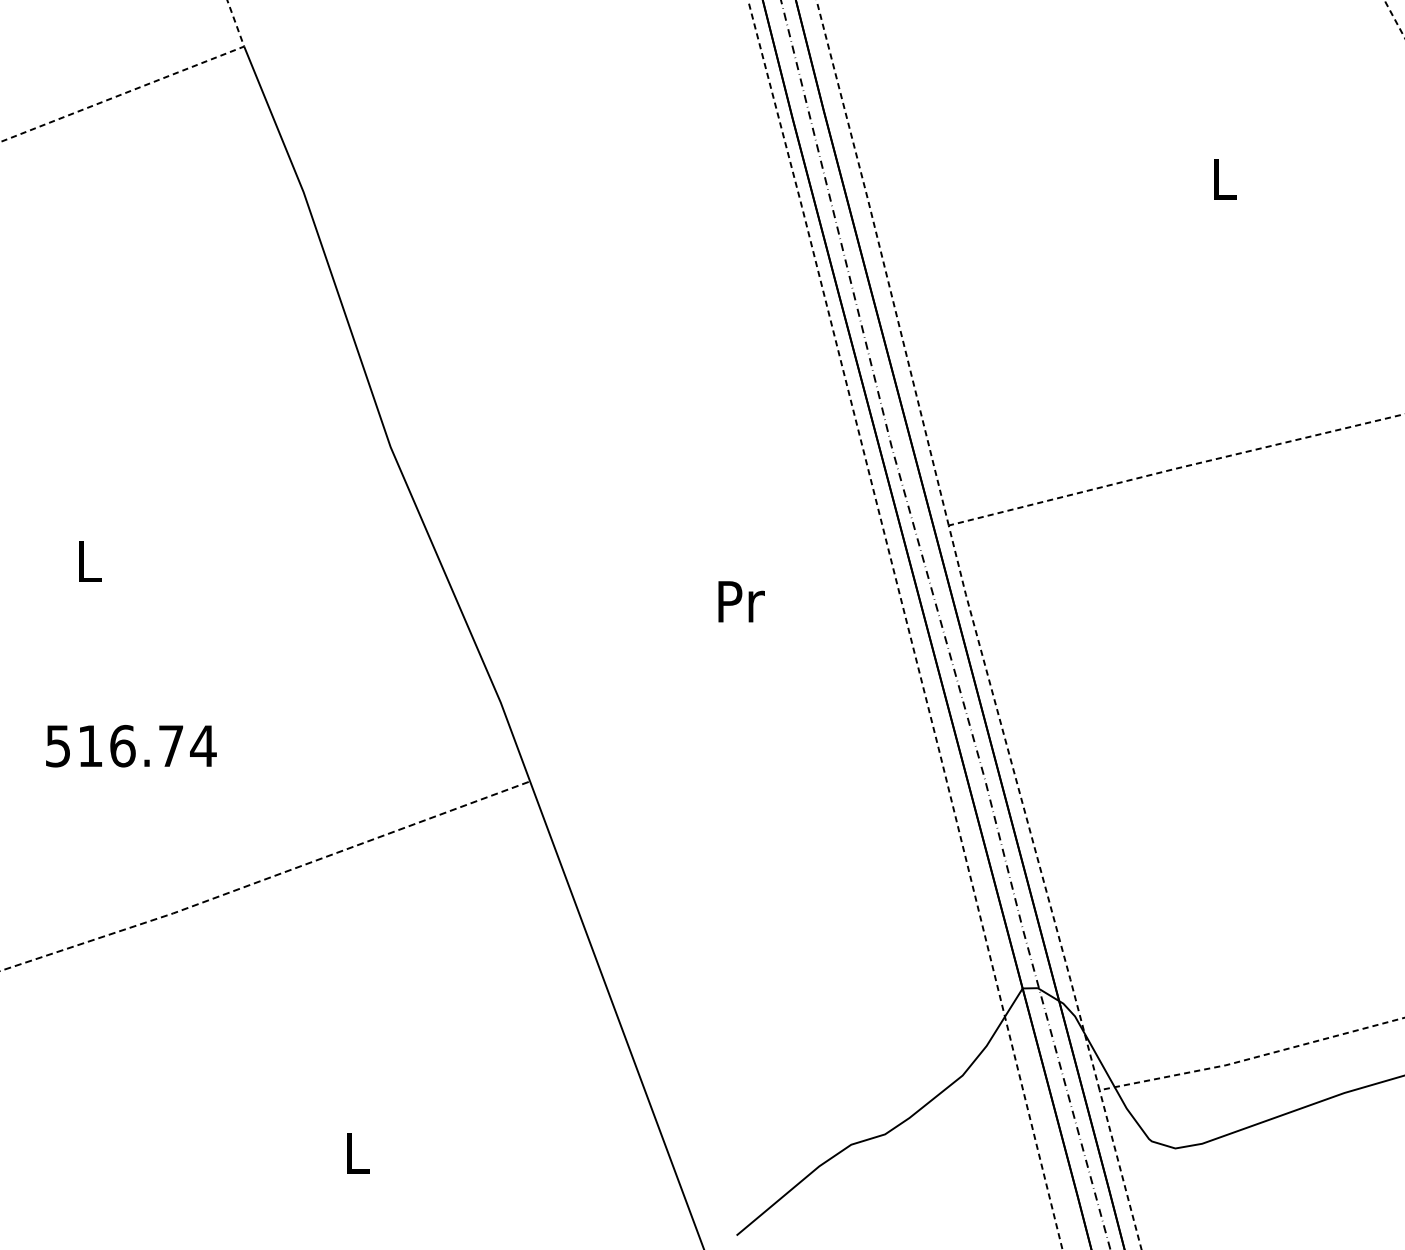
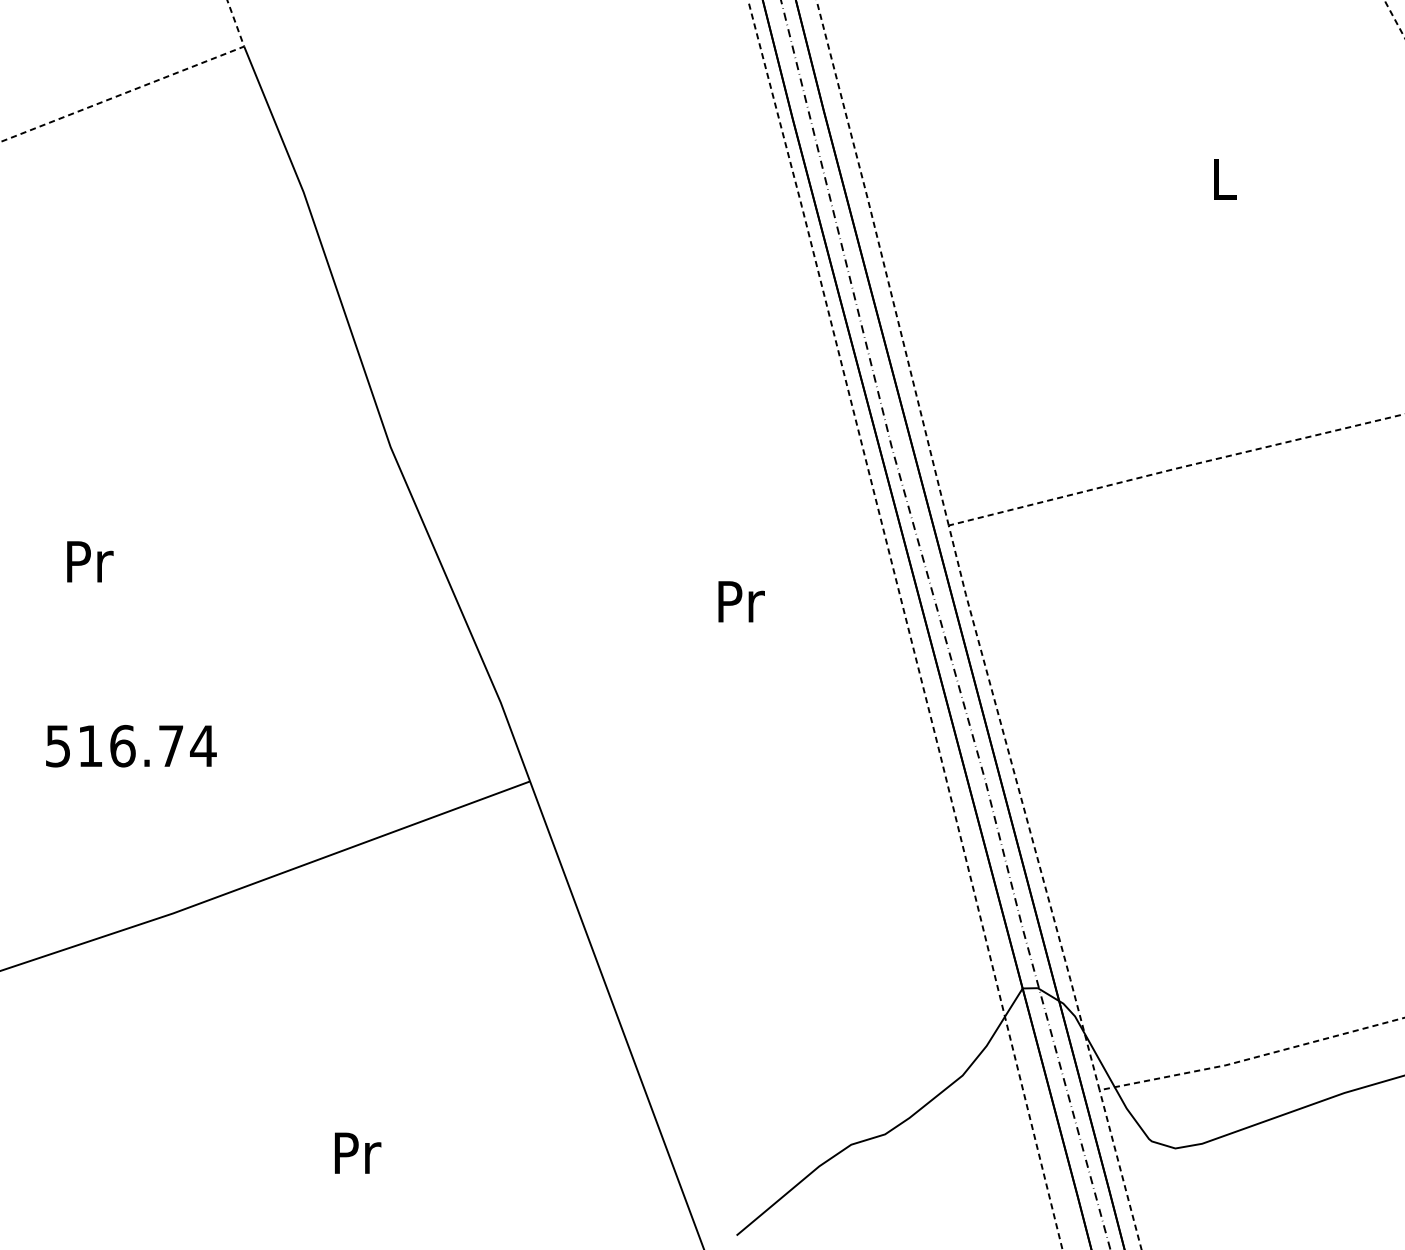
text at (90, 561): L -> Pr
line at (265, 879): dashed -> solid
text at (357, 1152): L -> Pr
